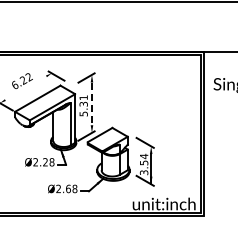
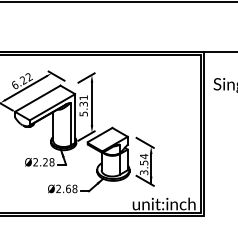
line at (25, 88): none -> present
line at (91, 104): dashed -> solid
